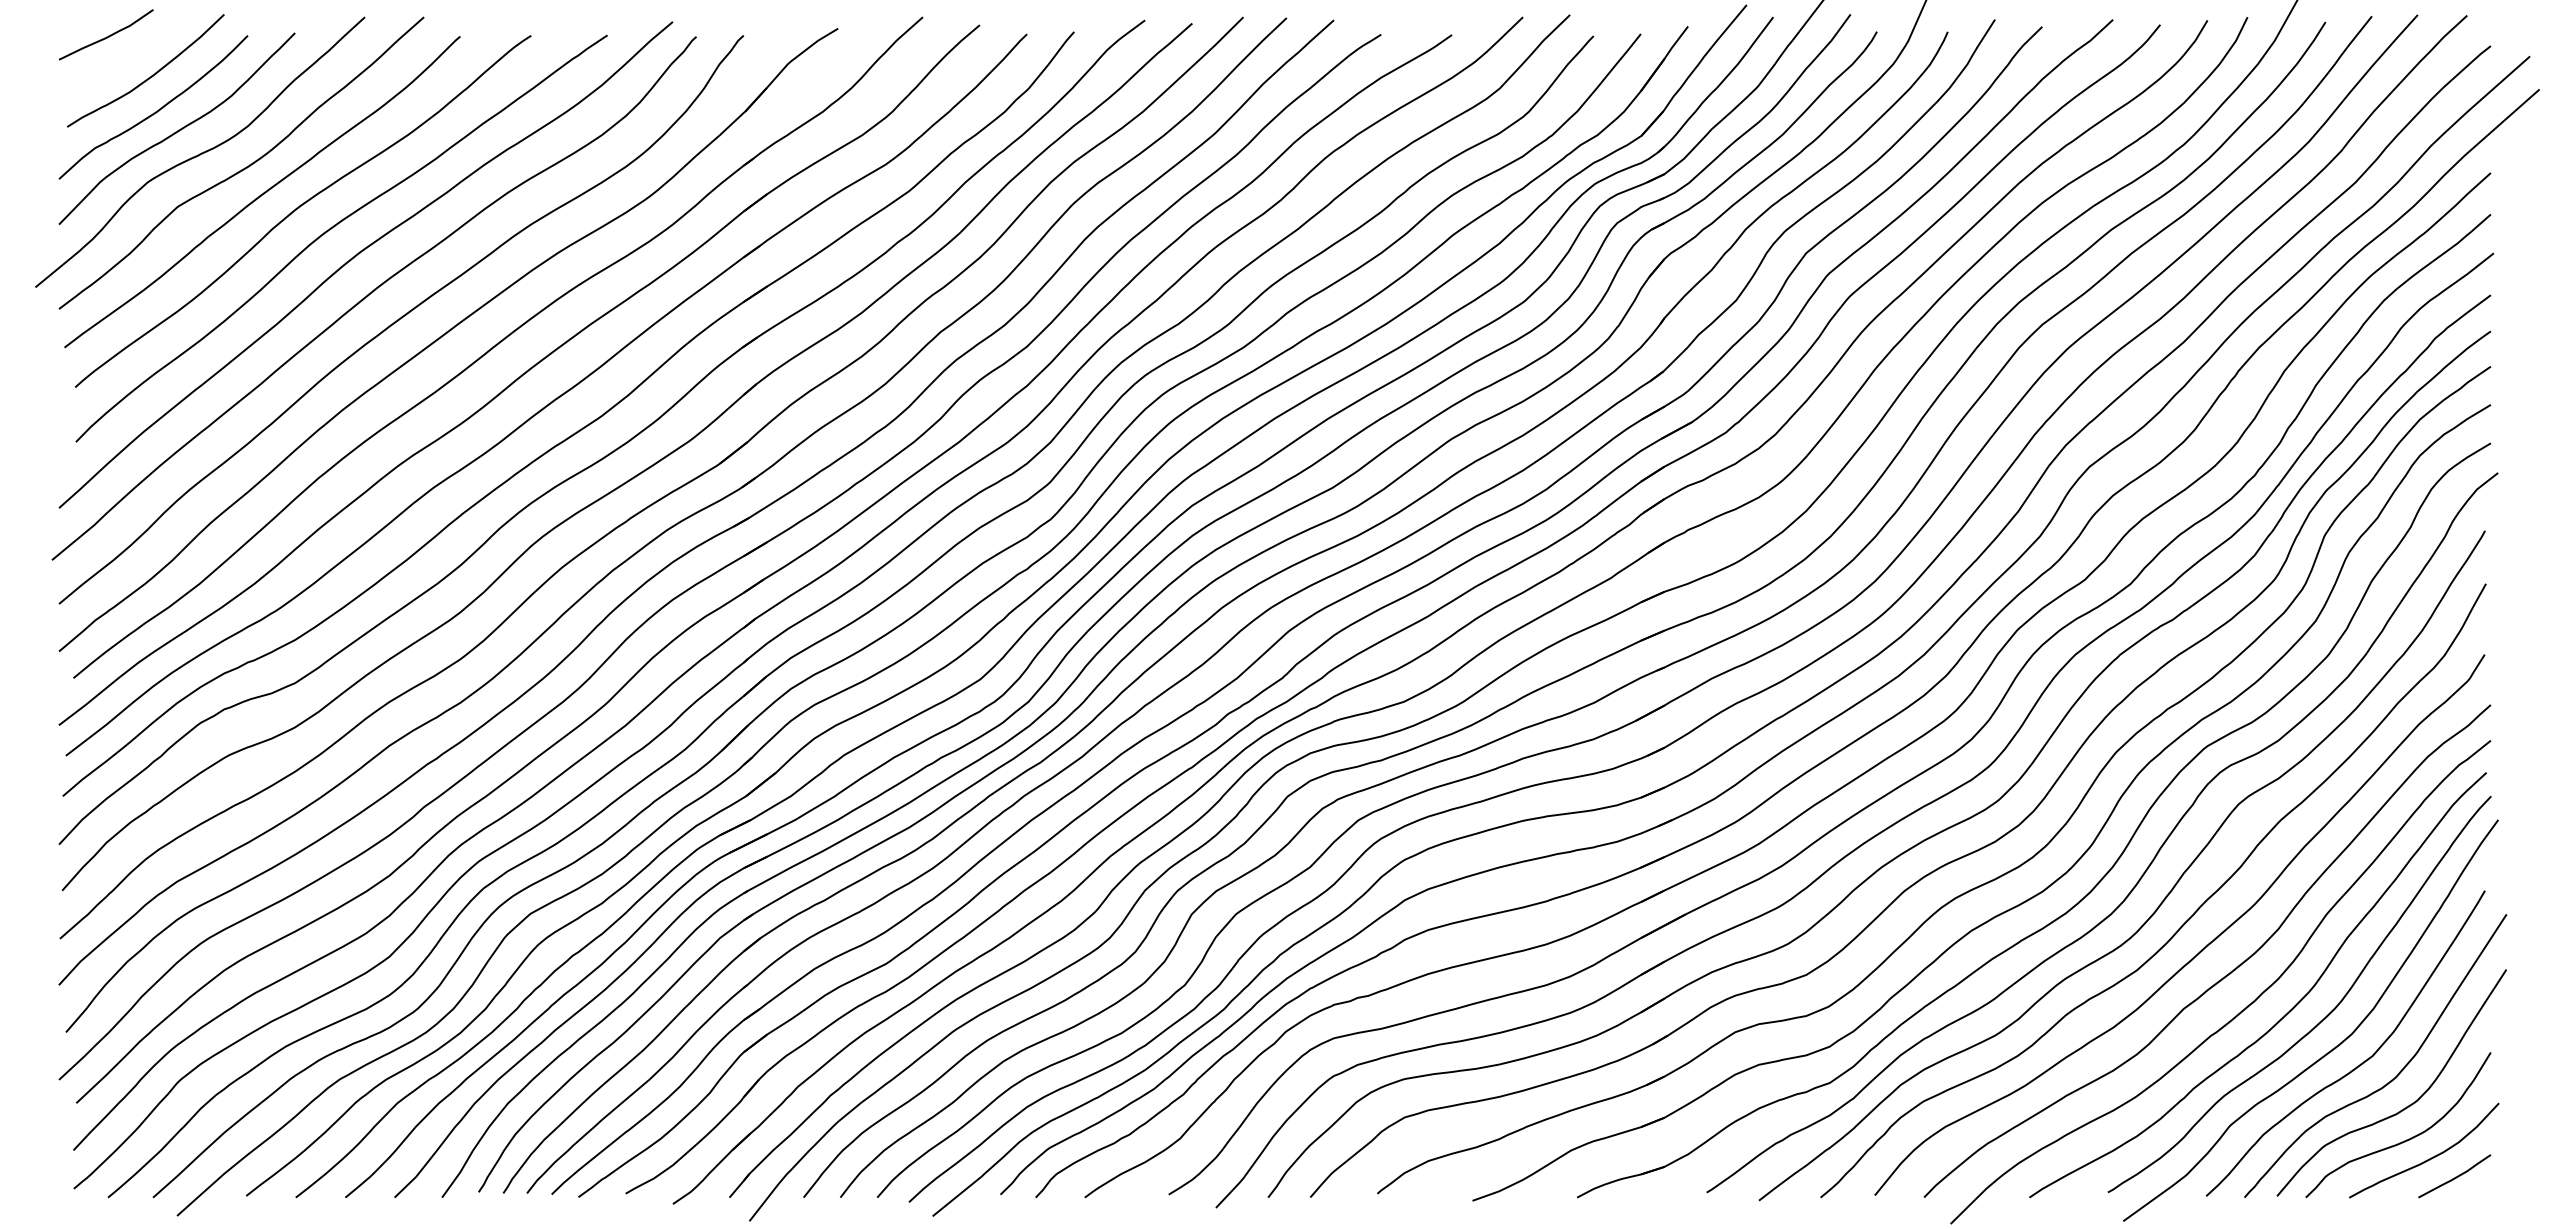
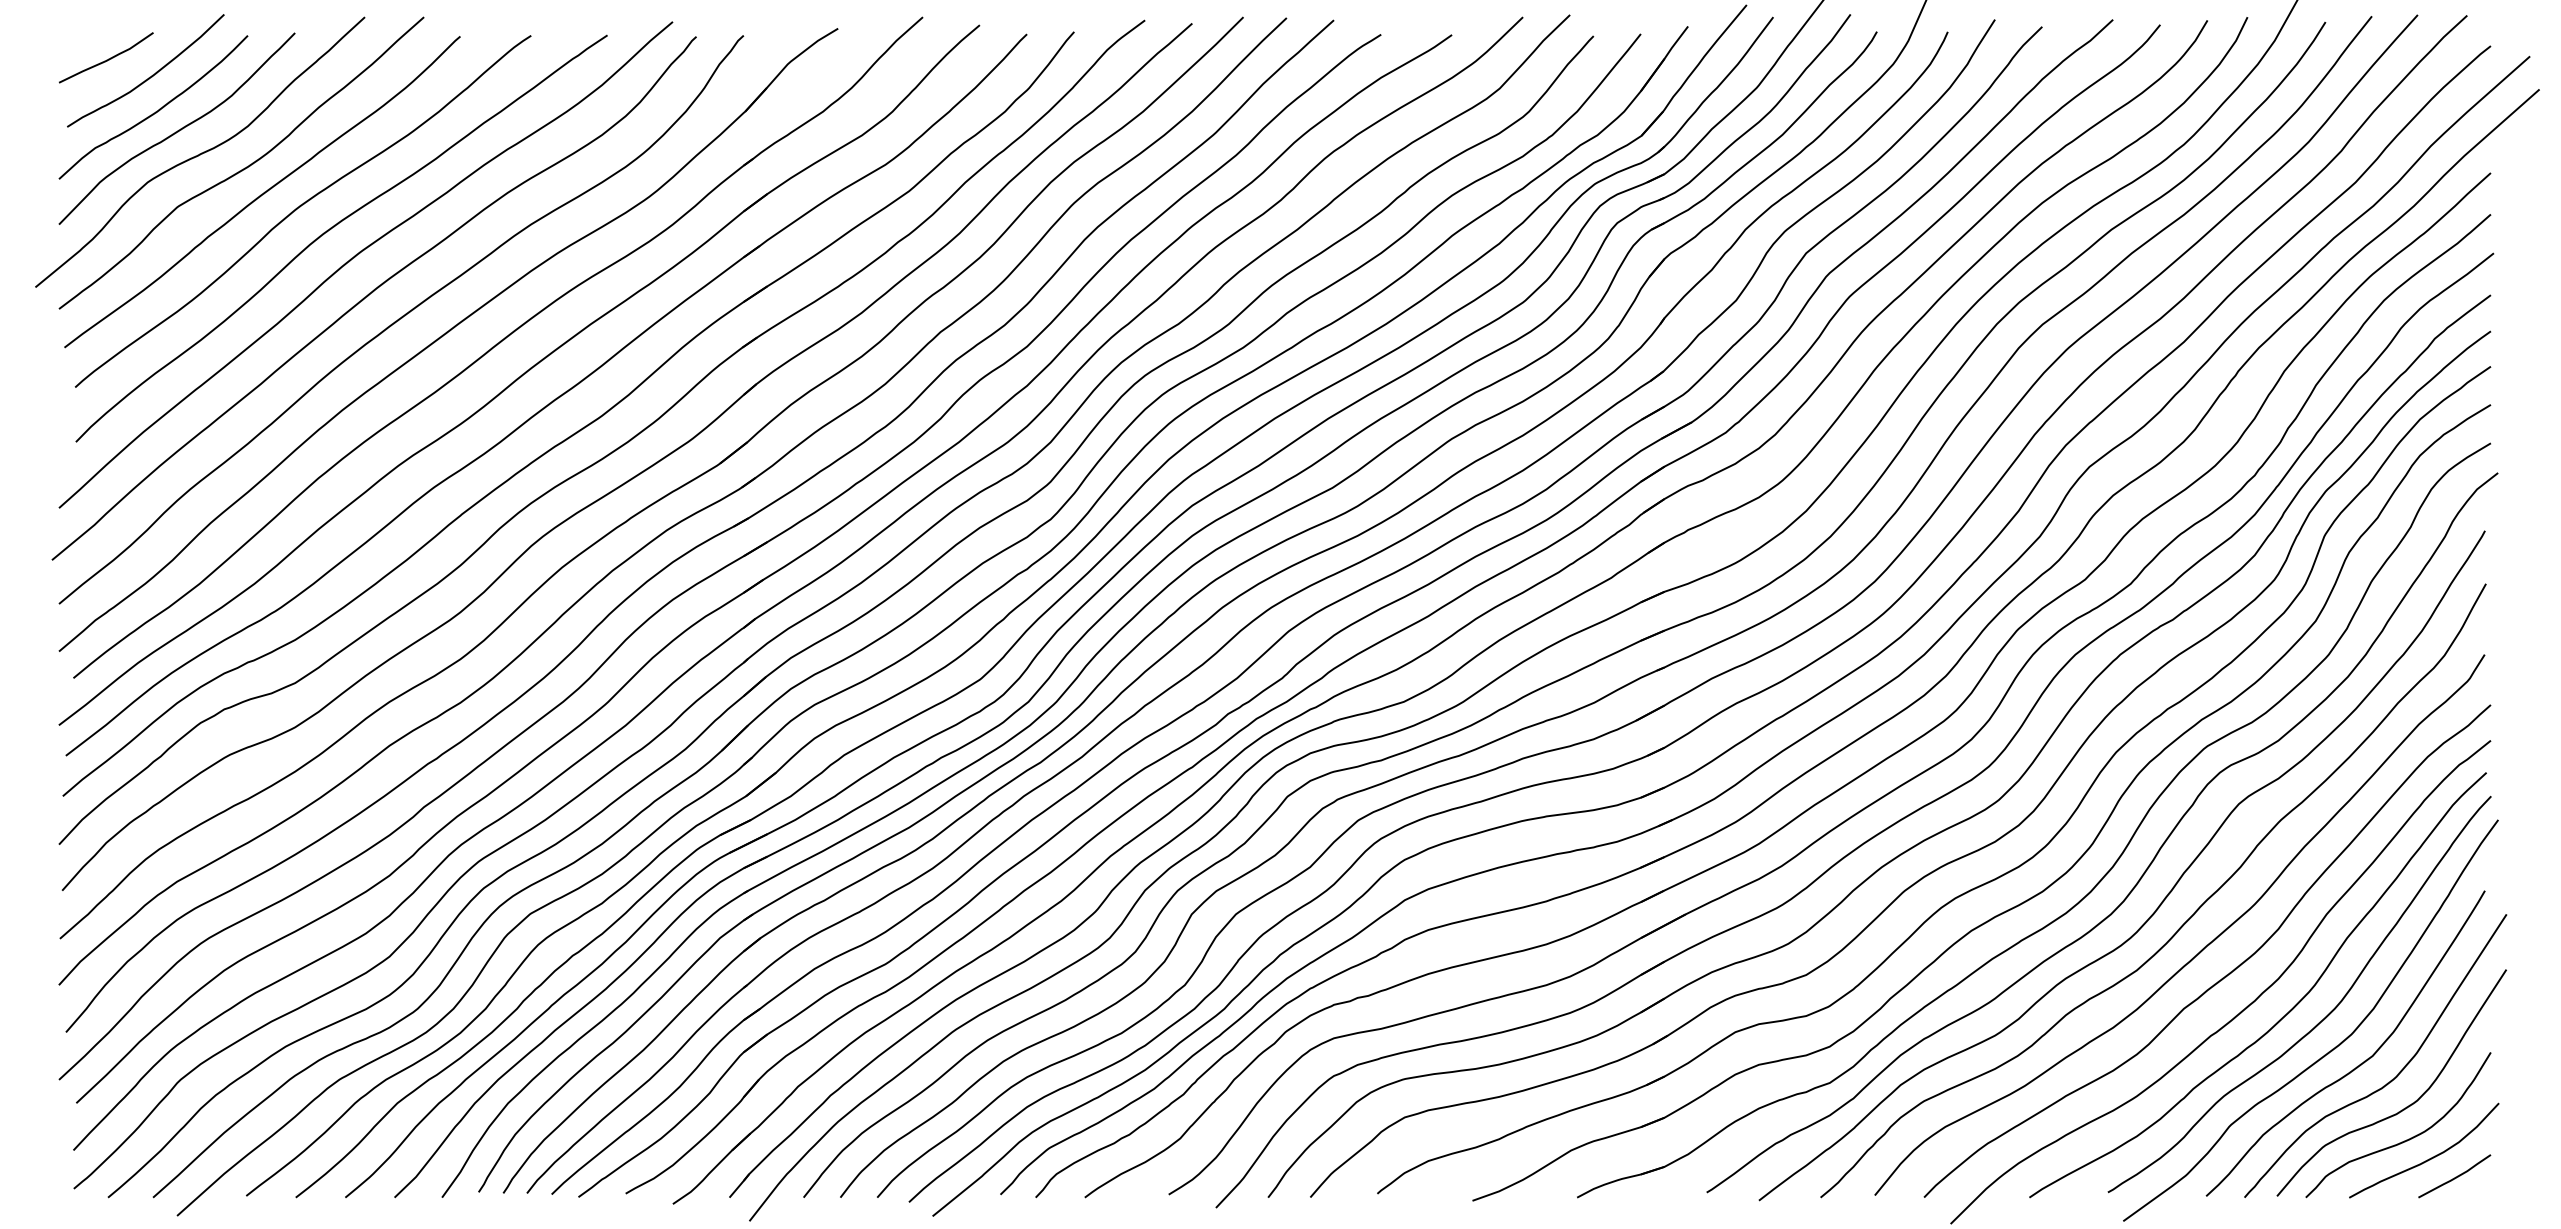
curve at (106, 36) position: (106, 36) -> (106, 59)
